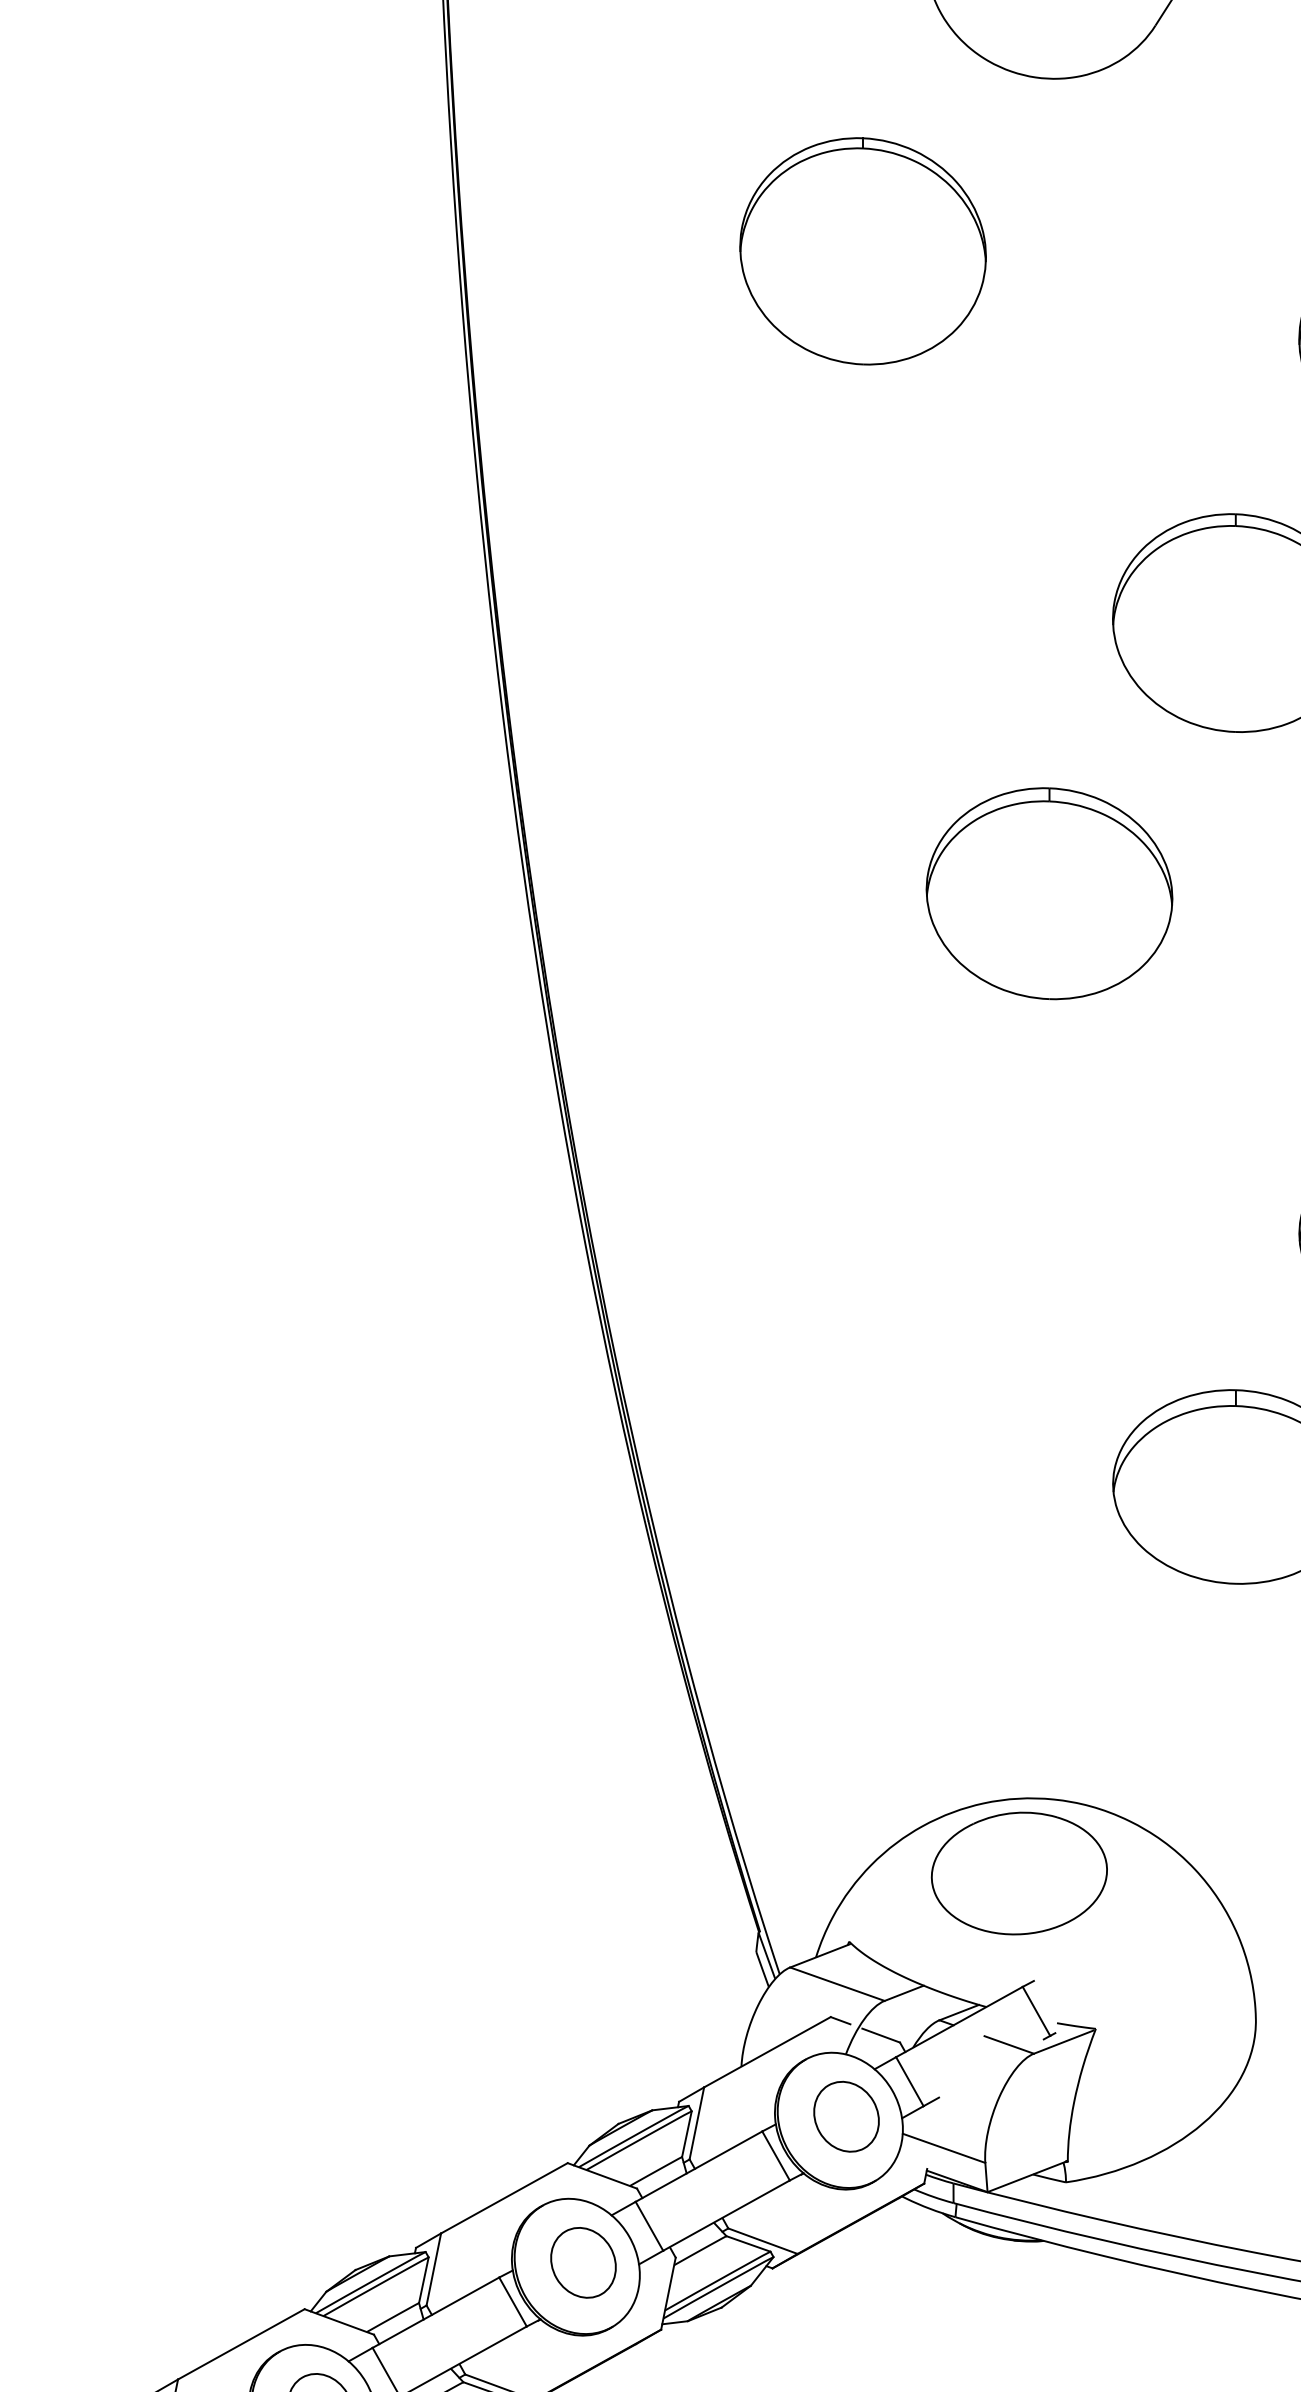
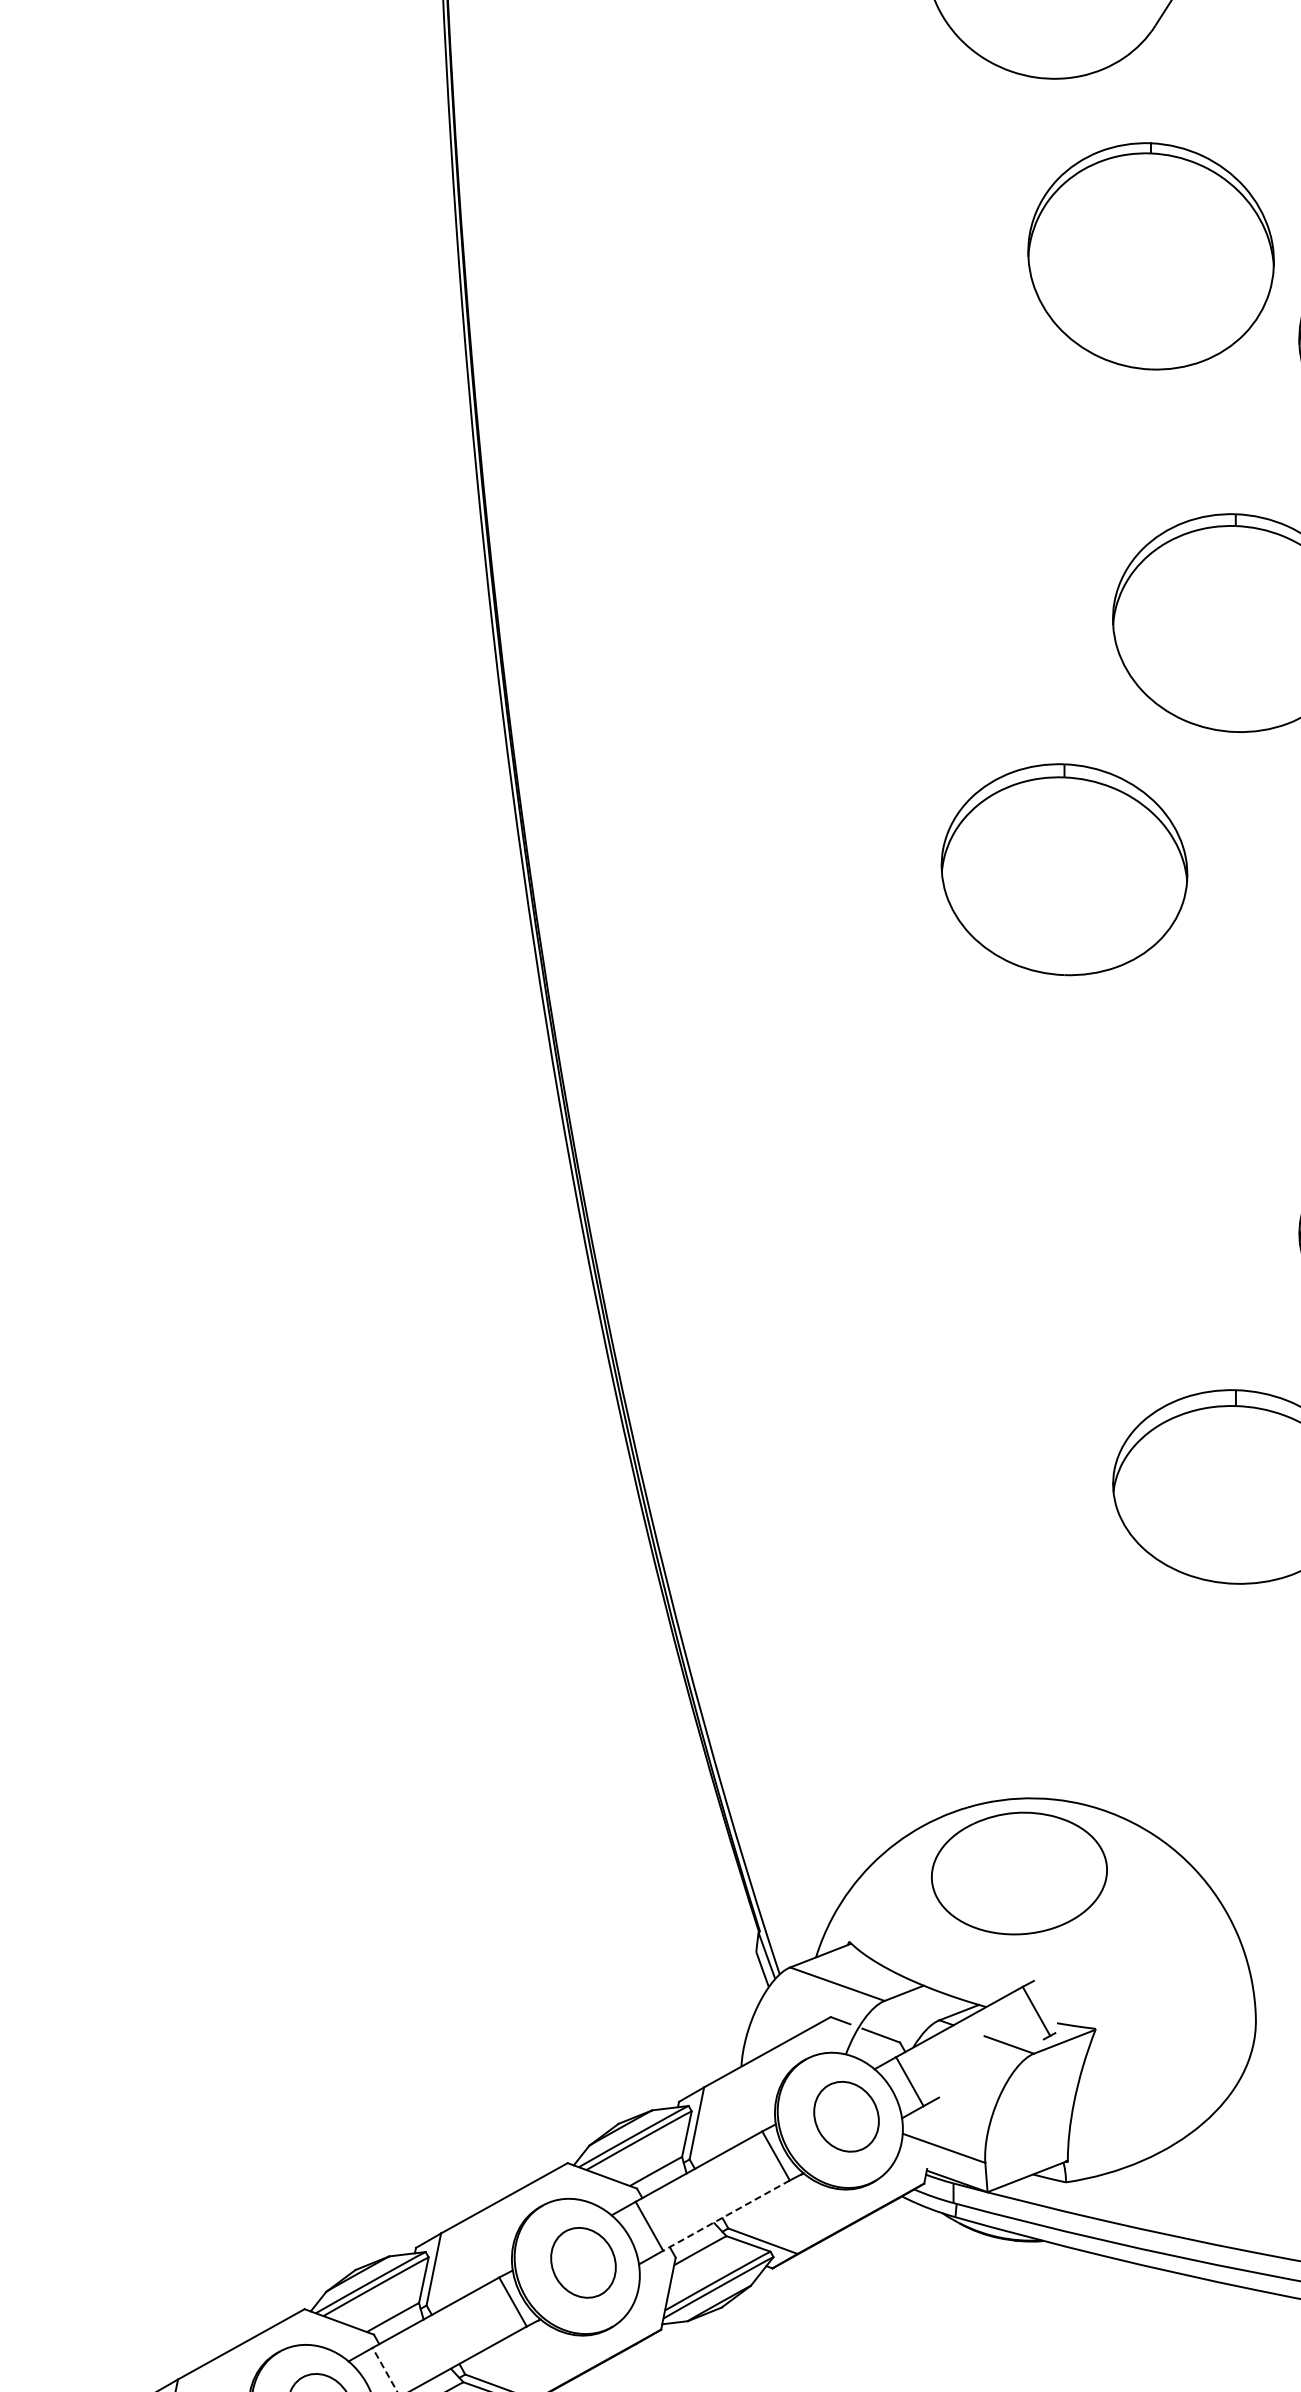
part at (862, 251) position: (862, 251) -> (1150, 256)
part at (1049, 893) position: (1049, 893) -> (1064, 869)
line at (726, 2215): solid -> dashed
line at (384, 2369): solid -> dashed
